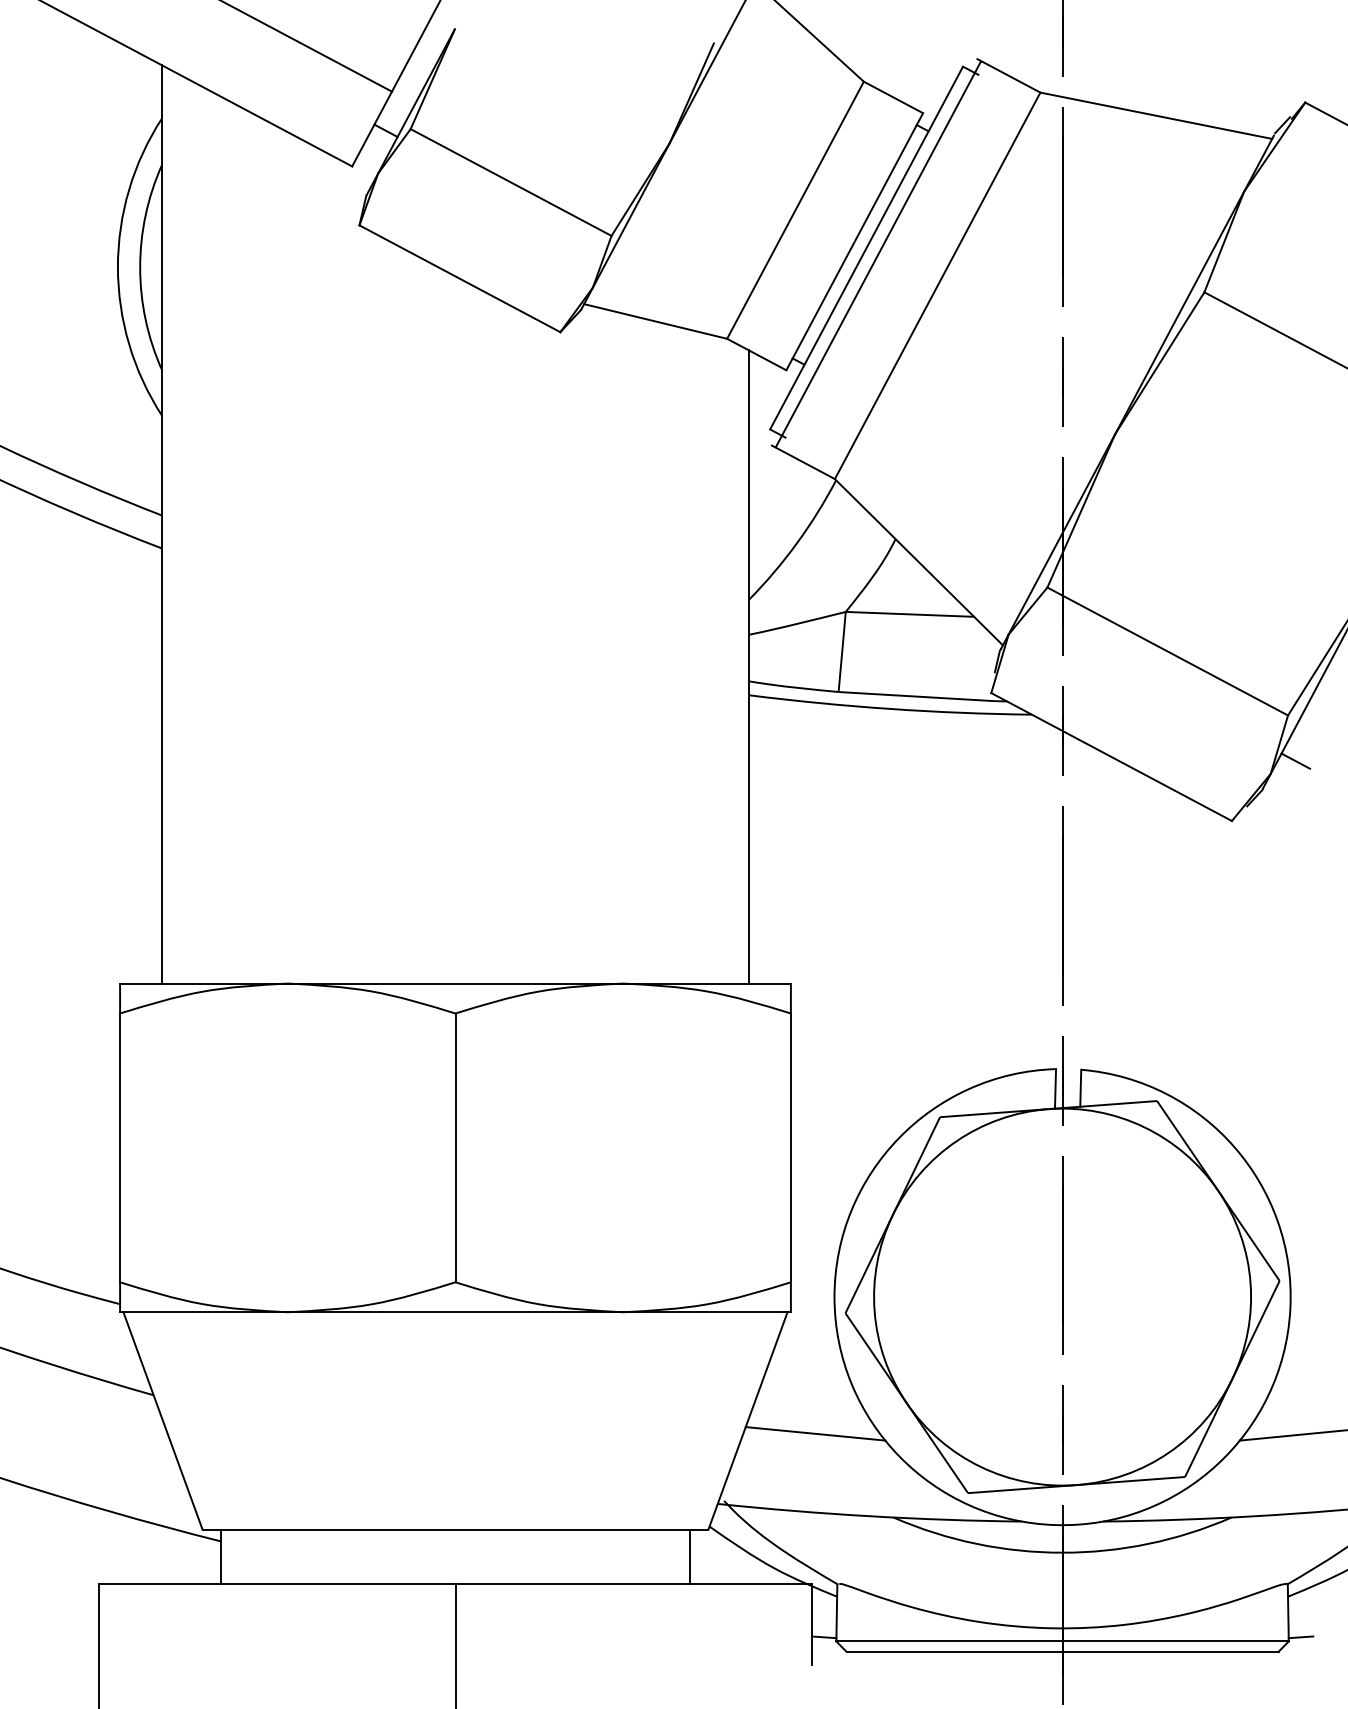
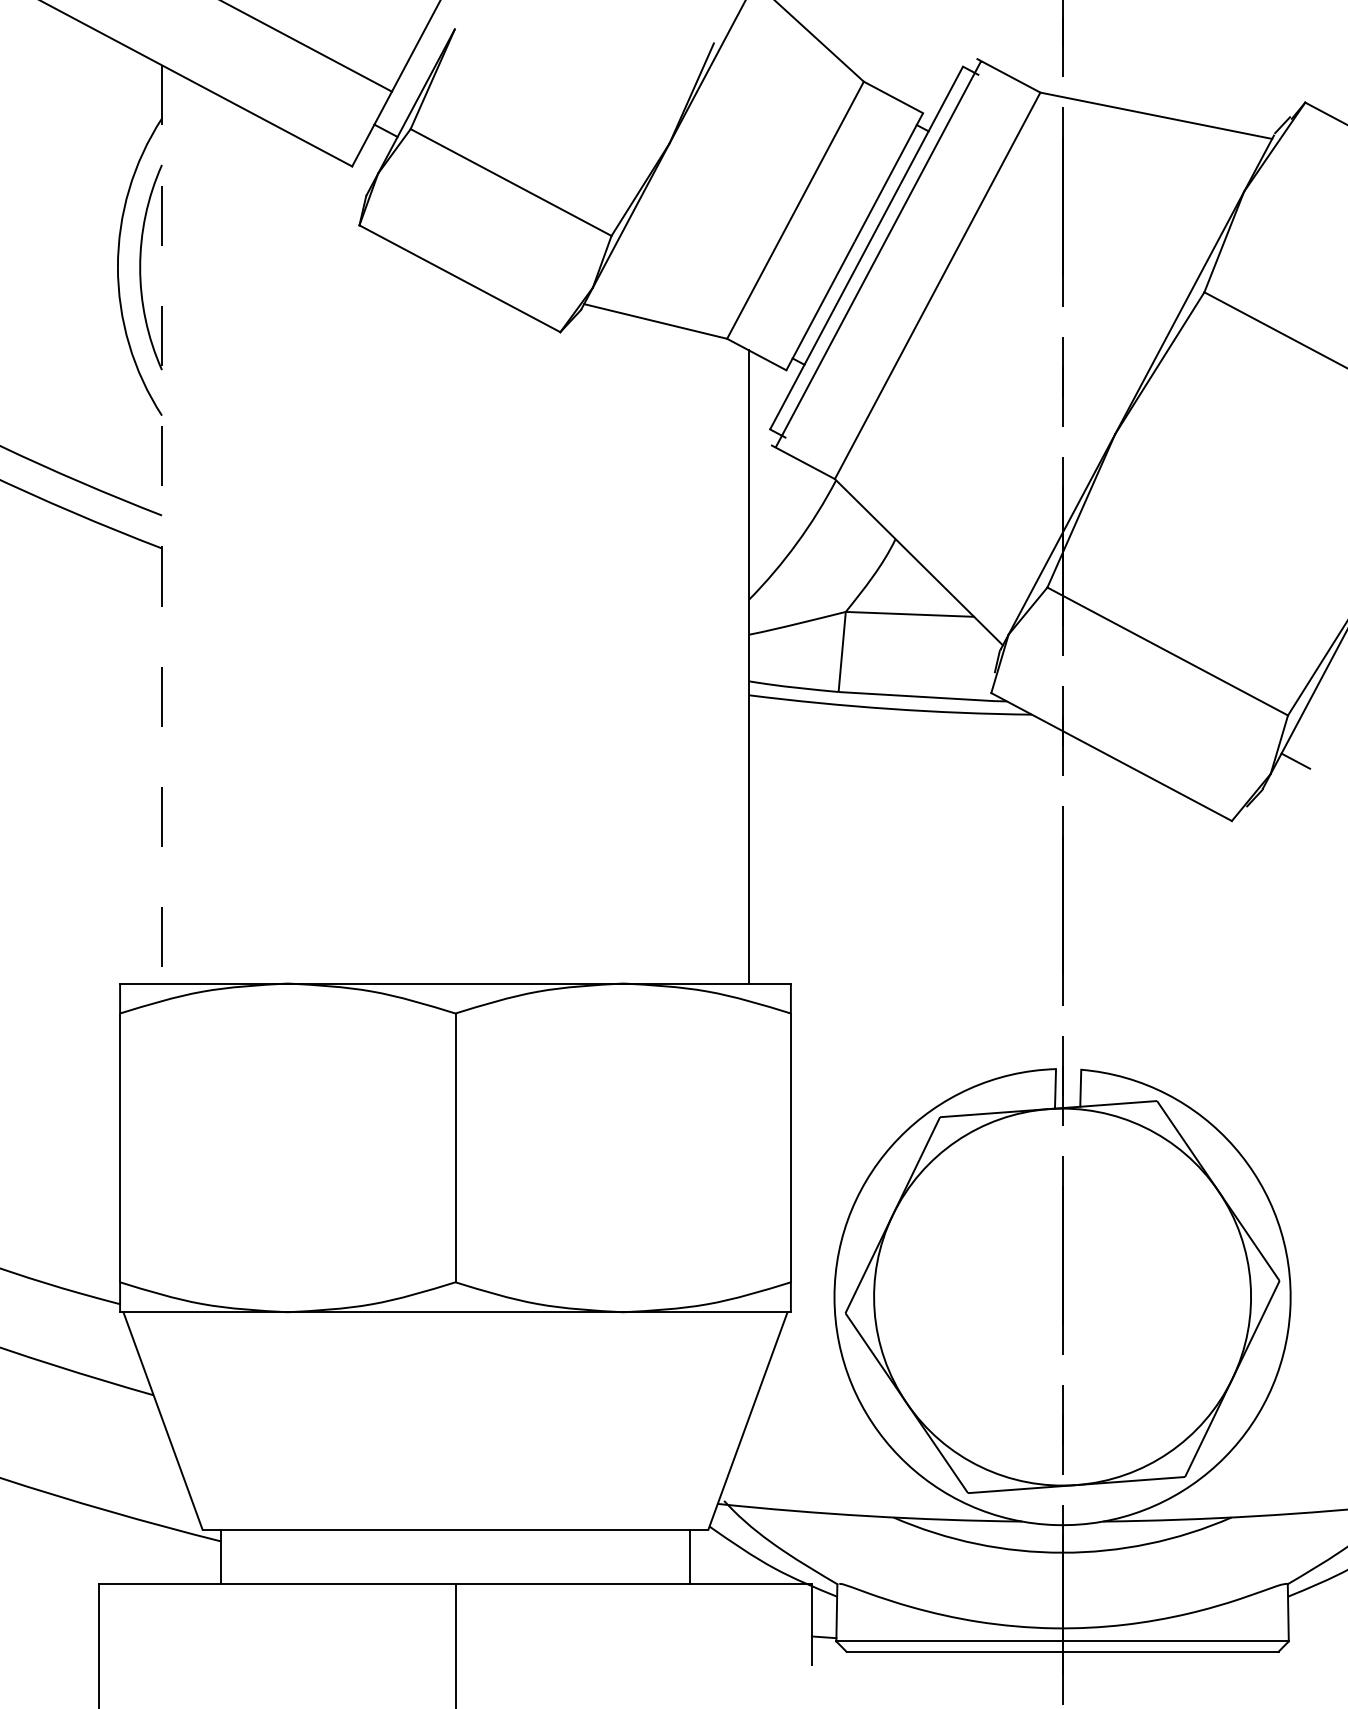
line at (162, 524): solid -> dashed
line at (815, 1433): present -> none
line at (1291, 1435): present -> none
line at (1300, 1637): present -> none
